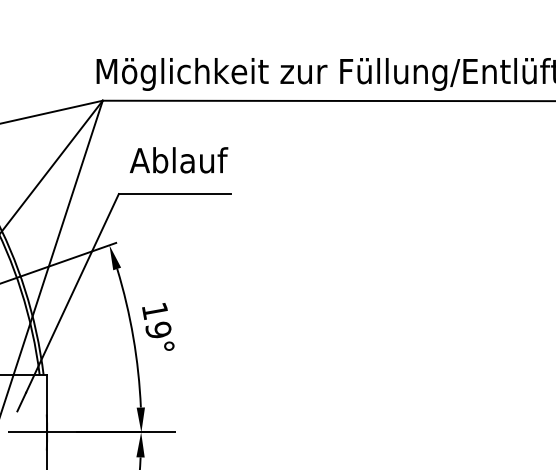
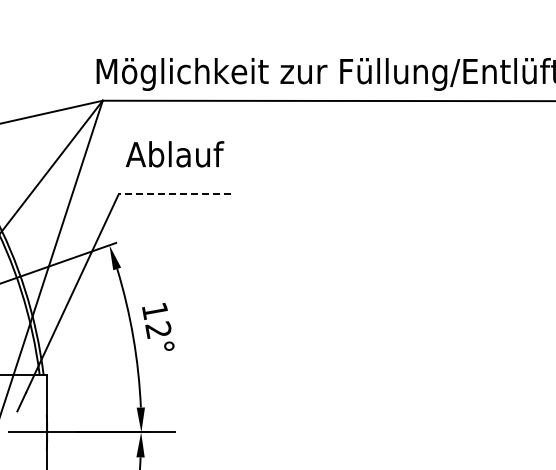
text at (178, 160) position: (178, 160) -> (174, 154)
line at (174, 194): solid -> dashed
text at (158, 329): 19° -> 12°
